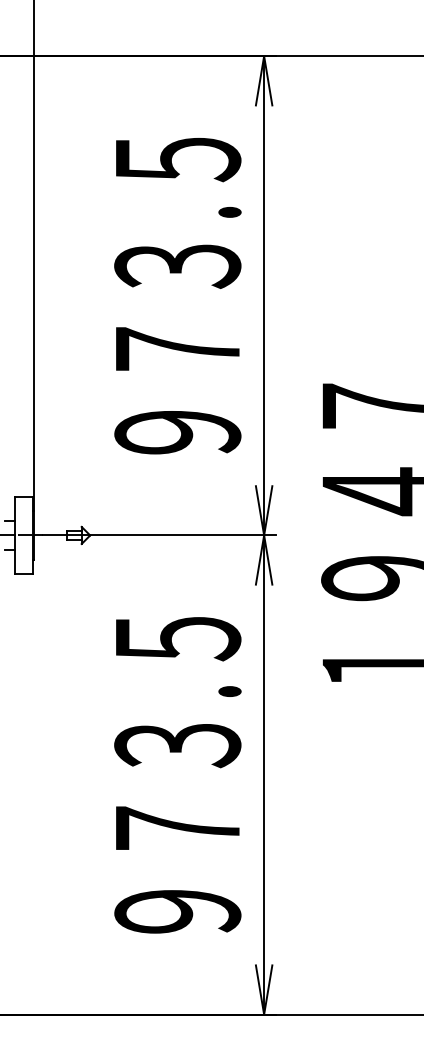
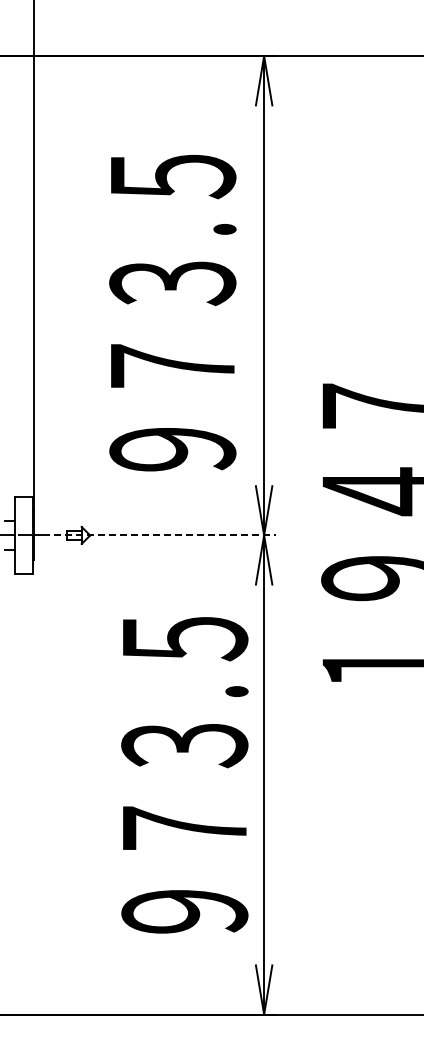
text at (177, 296) position: (177, 296) -> (172, 313)
line at (159, 535): solid -> dashed
text at (177, 775) position: (177, 775) -> (184, 775)
